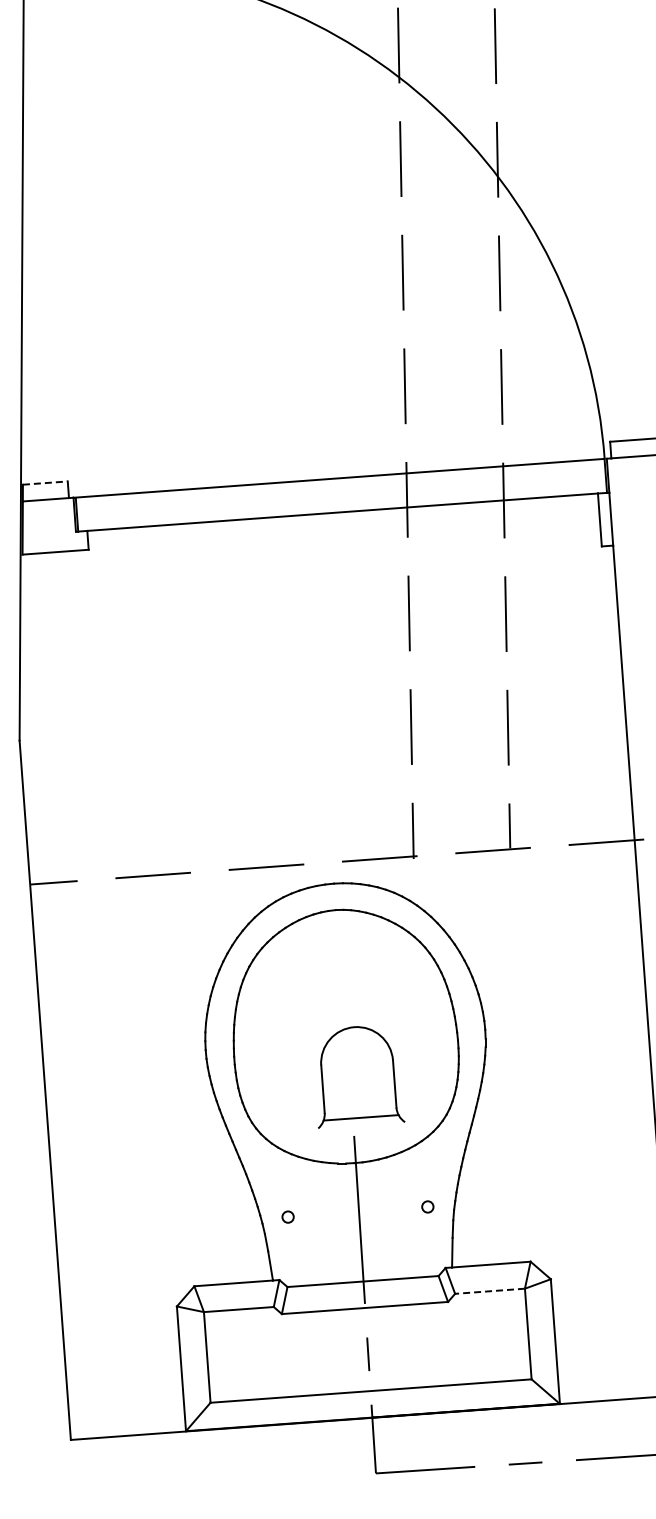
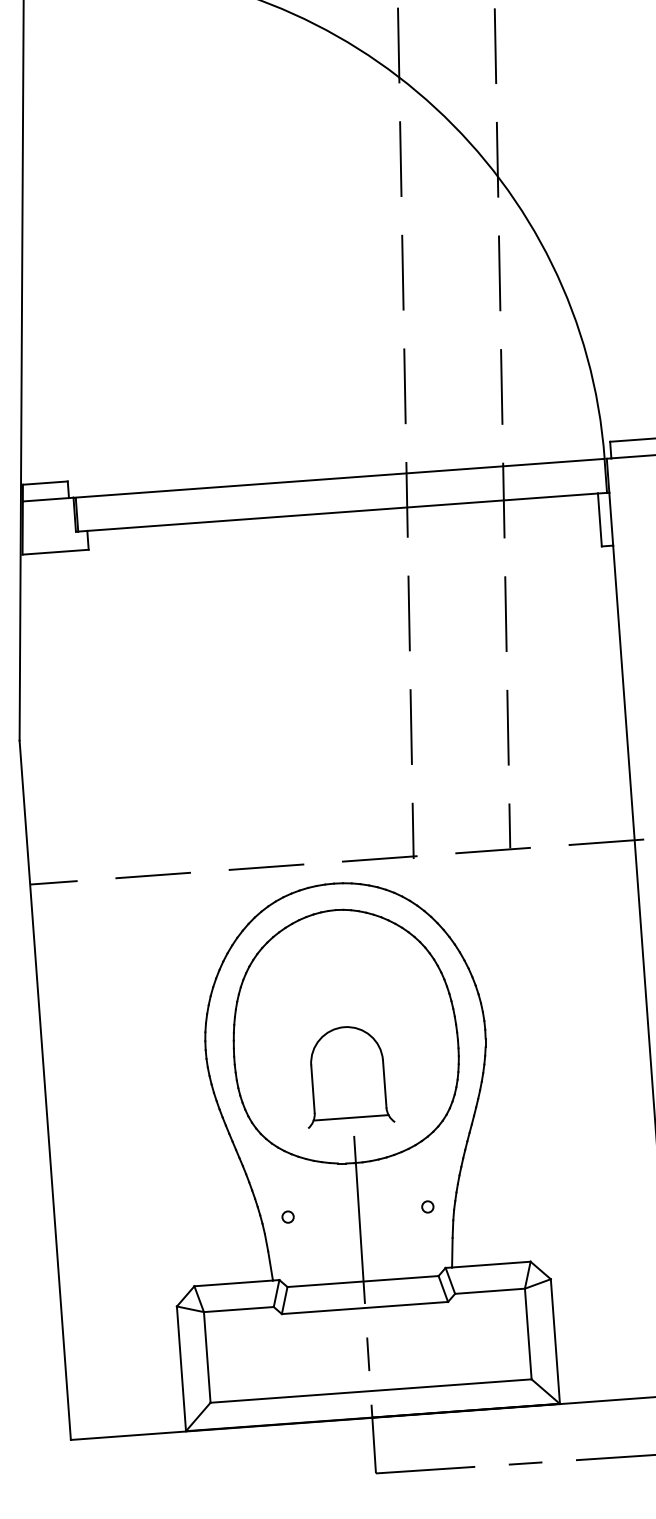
line at (45, 483): dashed -> solid
part at (361, 1077) position: (361, 1077) -> (351, 1077)
line at (489, 1291): dashed -> solid
